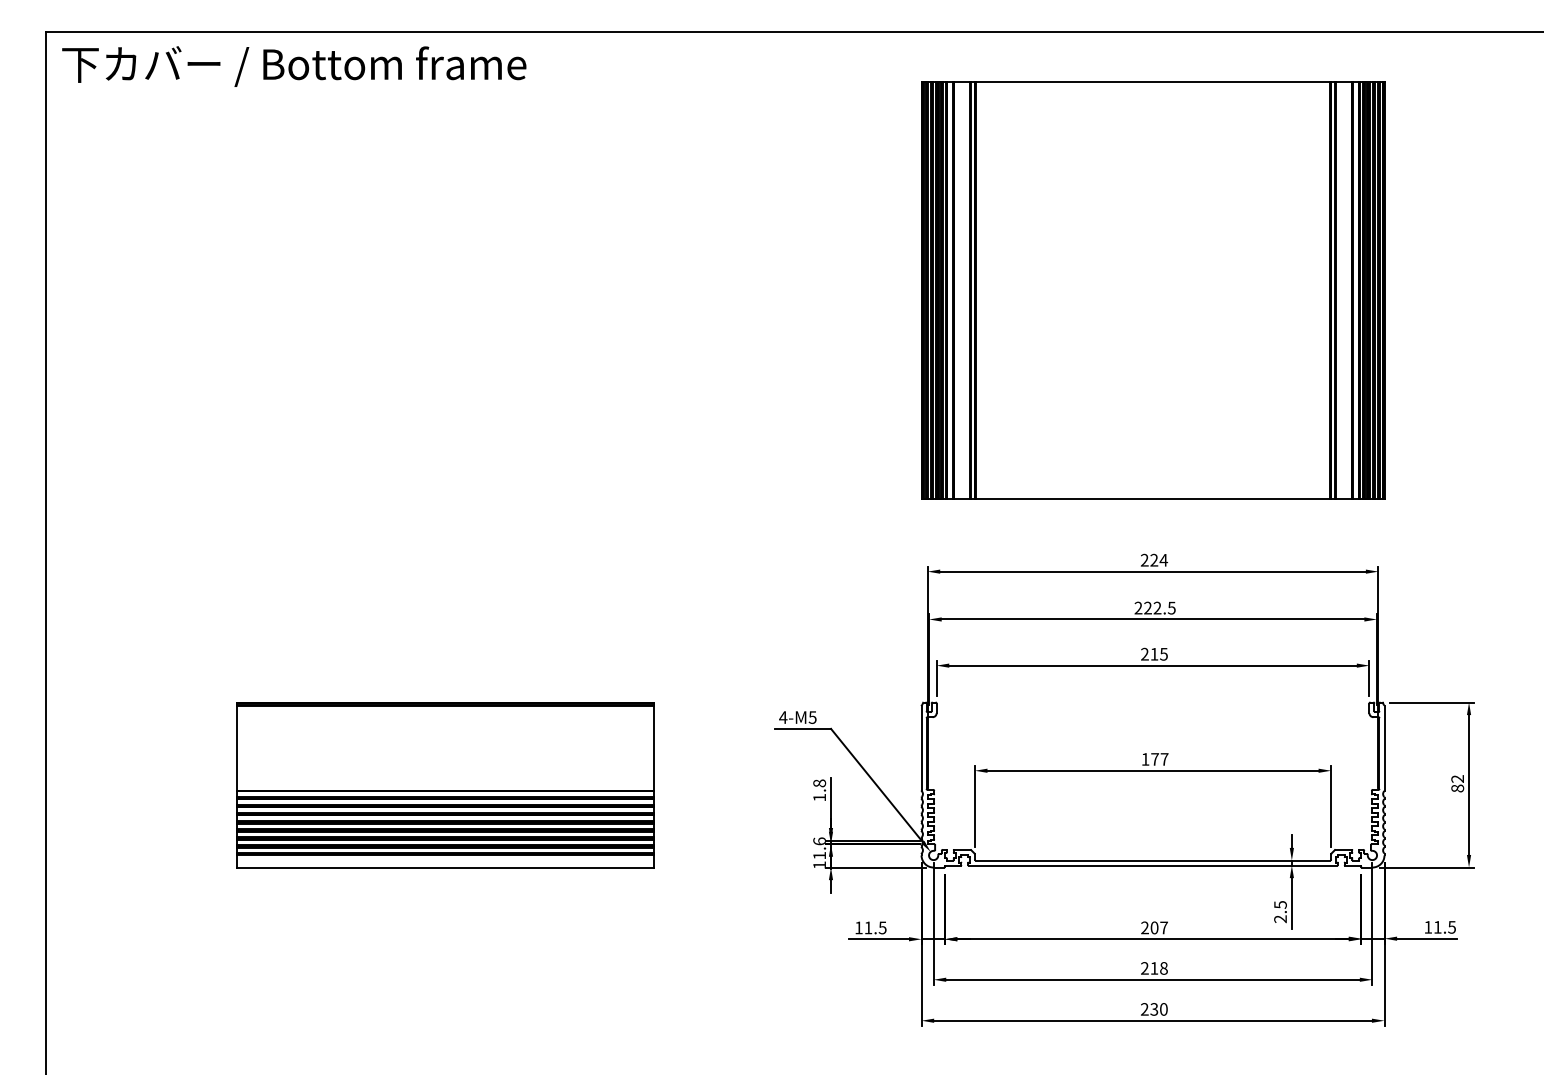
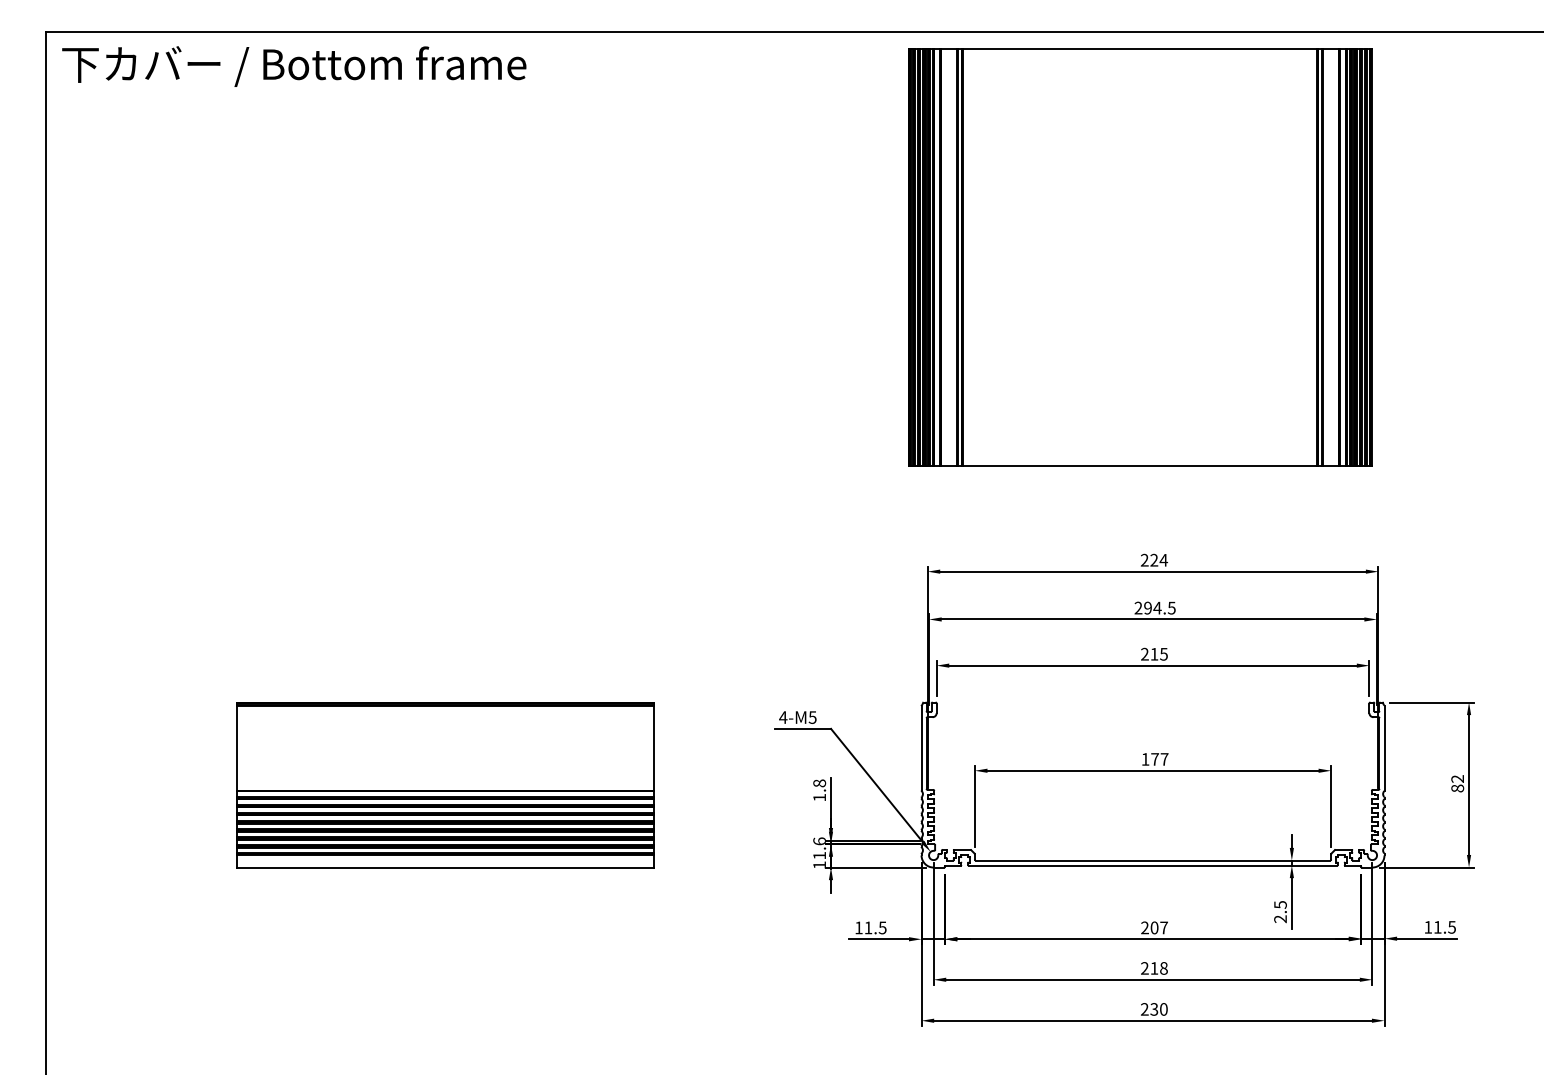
part at (1153, 290) position: (1153, 290) -> (1140, 257)
text at (1152, 607): 222.5 -> 294.5
